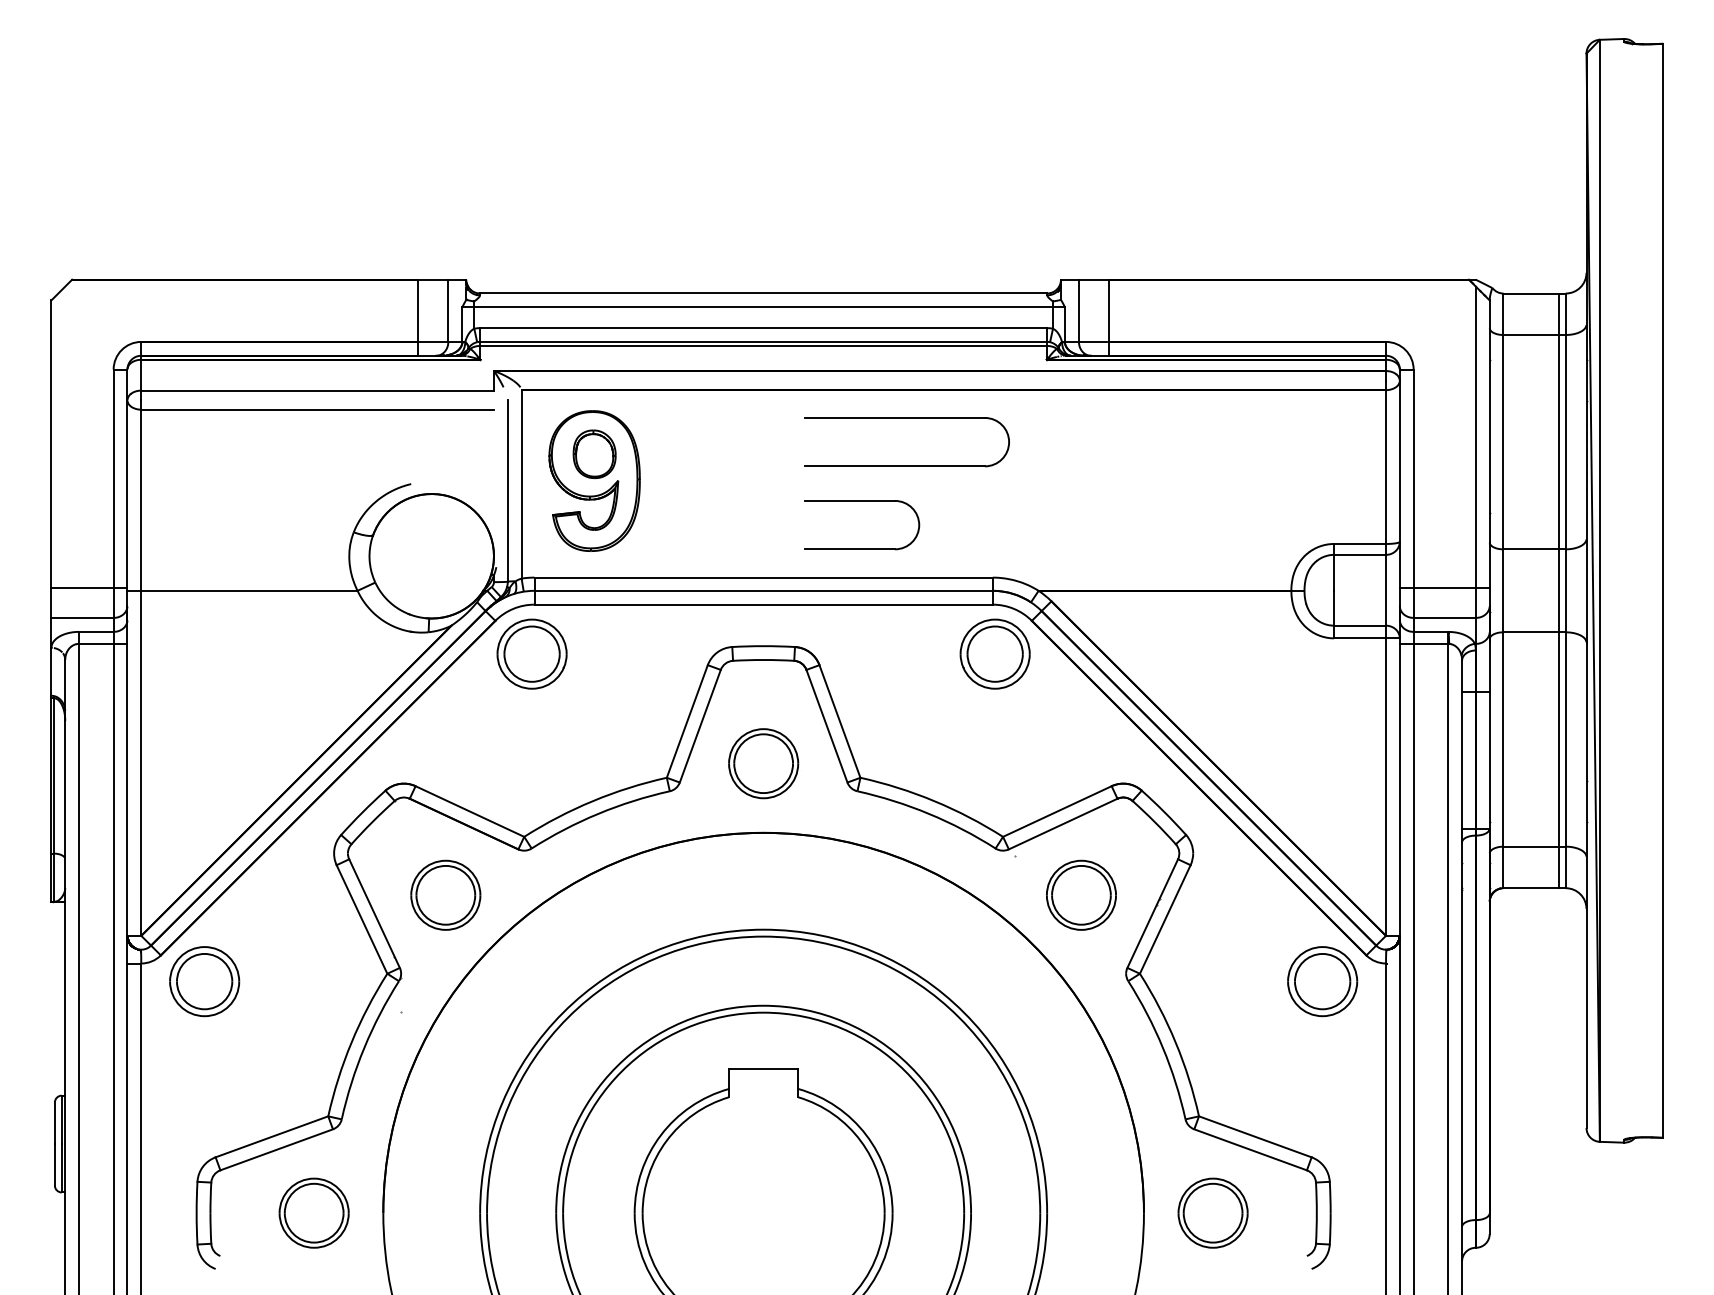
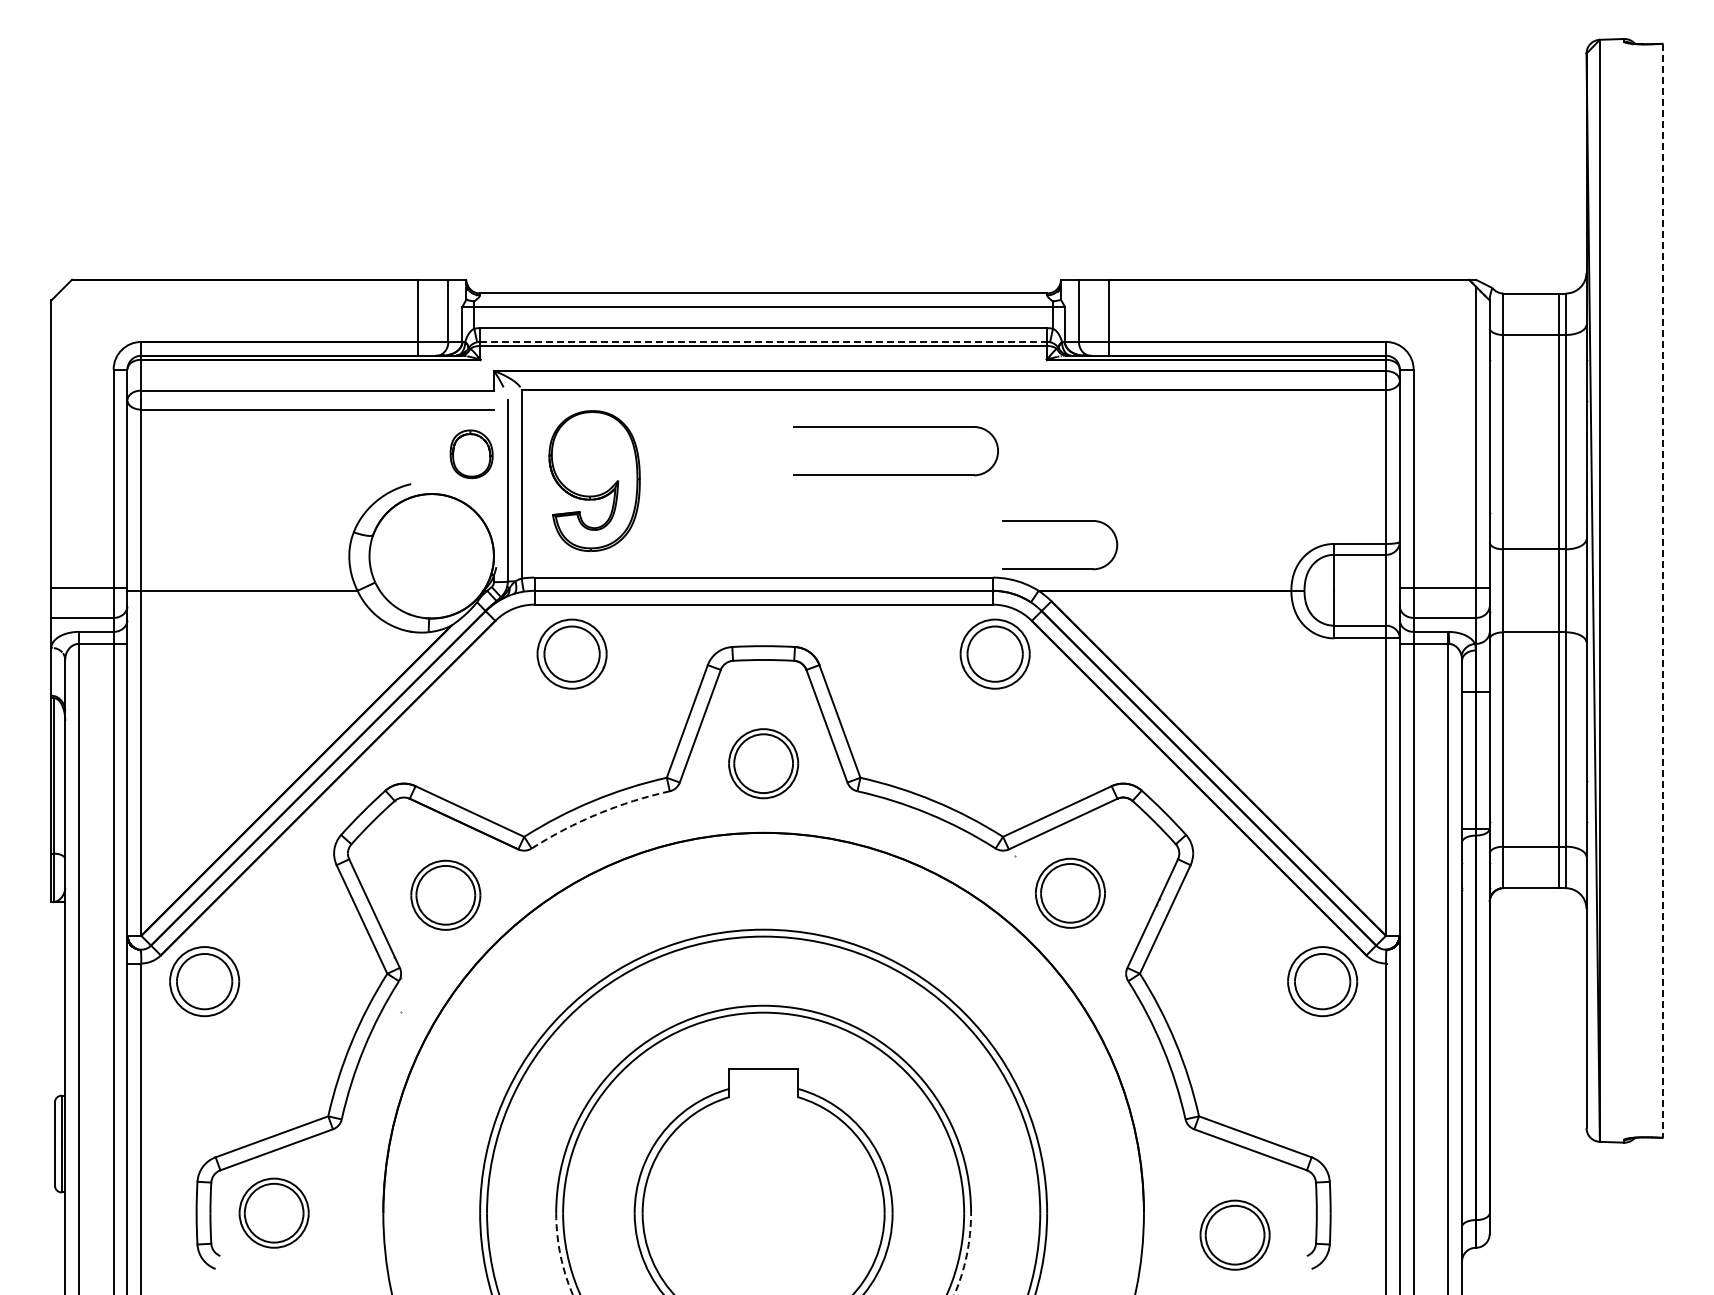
line at (763, 341): solid -> dashed
part at (594, 454) position: (594, 454) -> (471, 454)
part at (906, 465) position: (906, 465) -> (895, 474)
part at (862, 548) position: (862, 548) -> (1060, 568)
line at (1662, 590): solid -> dashed
part at (531, 653) position: (531, 653) -> (571, 653)
arc at (598, 813): solid -> dashed
part at (1081, 894) position: (1081, 894) -> (1070, 892)
part at (313, 1212) position: (313, 1212) -> (273, 1212)
part at (1212, 1212) position: (1212, 1212) -> (1234, 1234)
arc at (954, 1294): solid -> dashed
